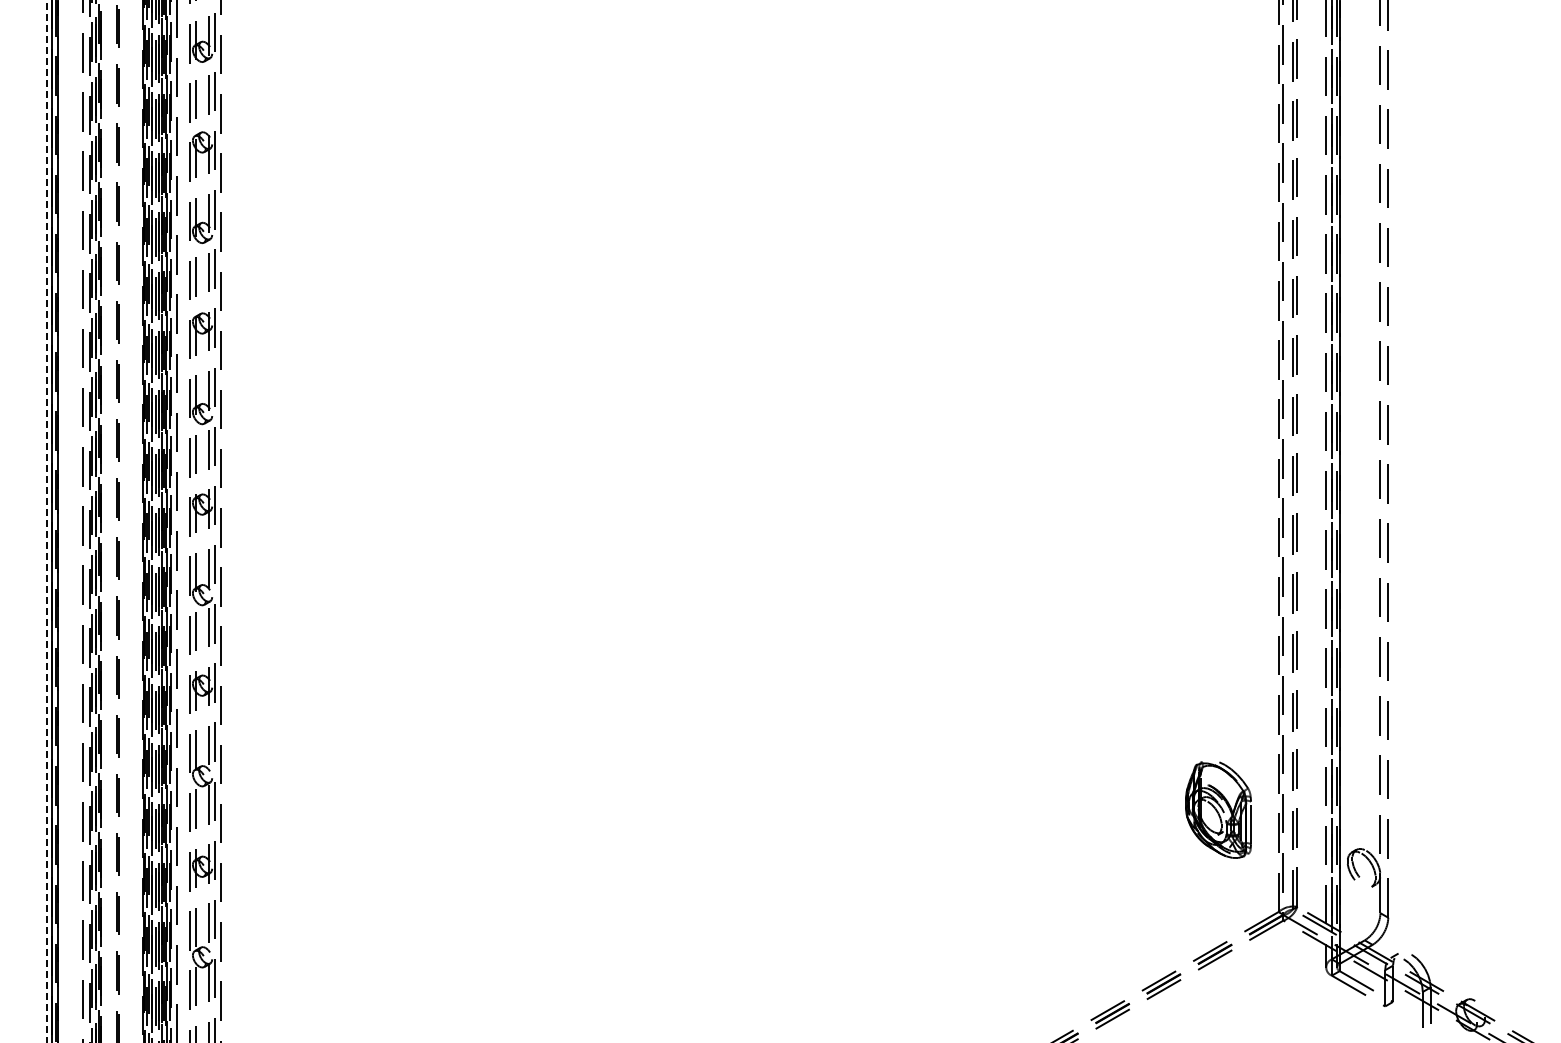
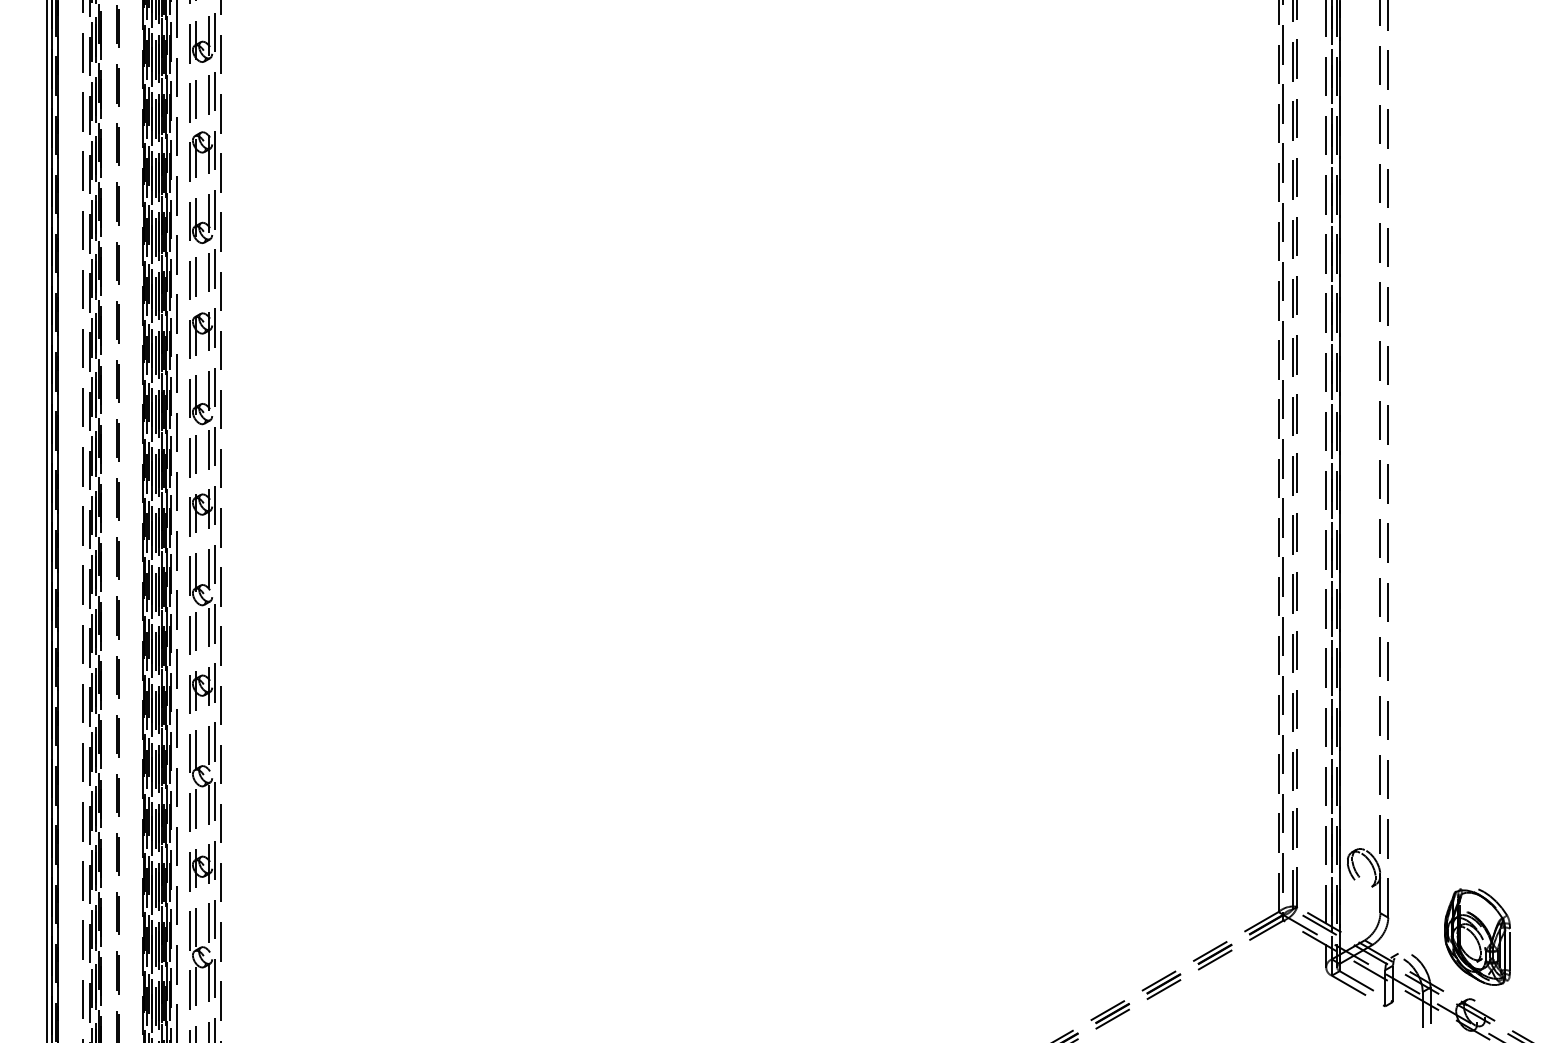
line at (46, 521): dashed -> solid
part at (1218, 809) position: (1218, 809) -> (1477, 936)
